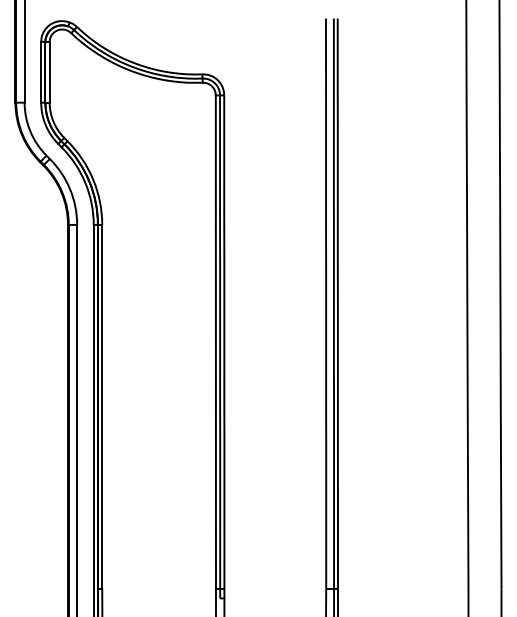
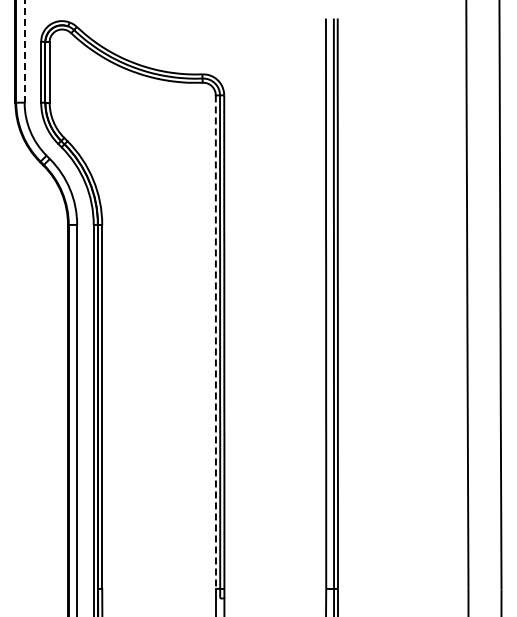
line at (24, 51): solid -> dashed
line at (215, 342): solid -> dashed
